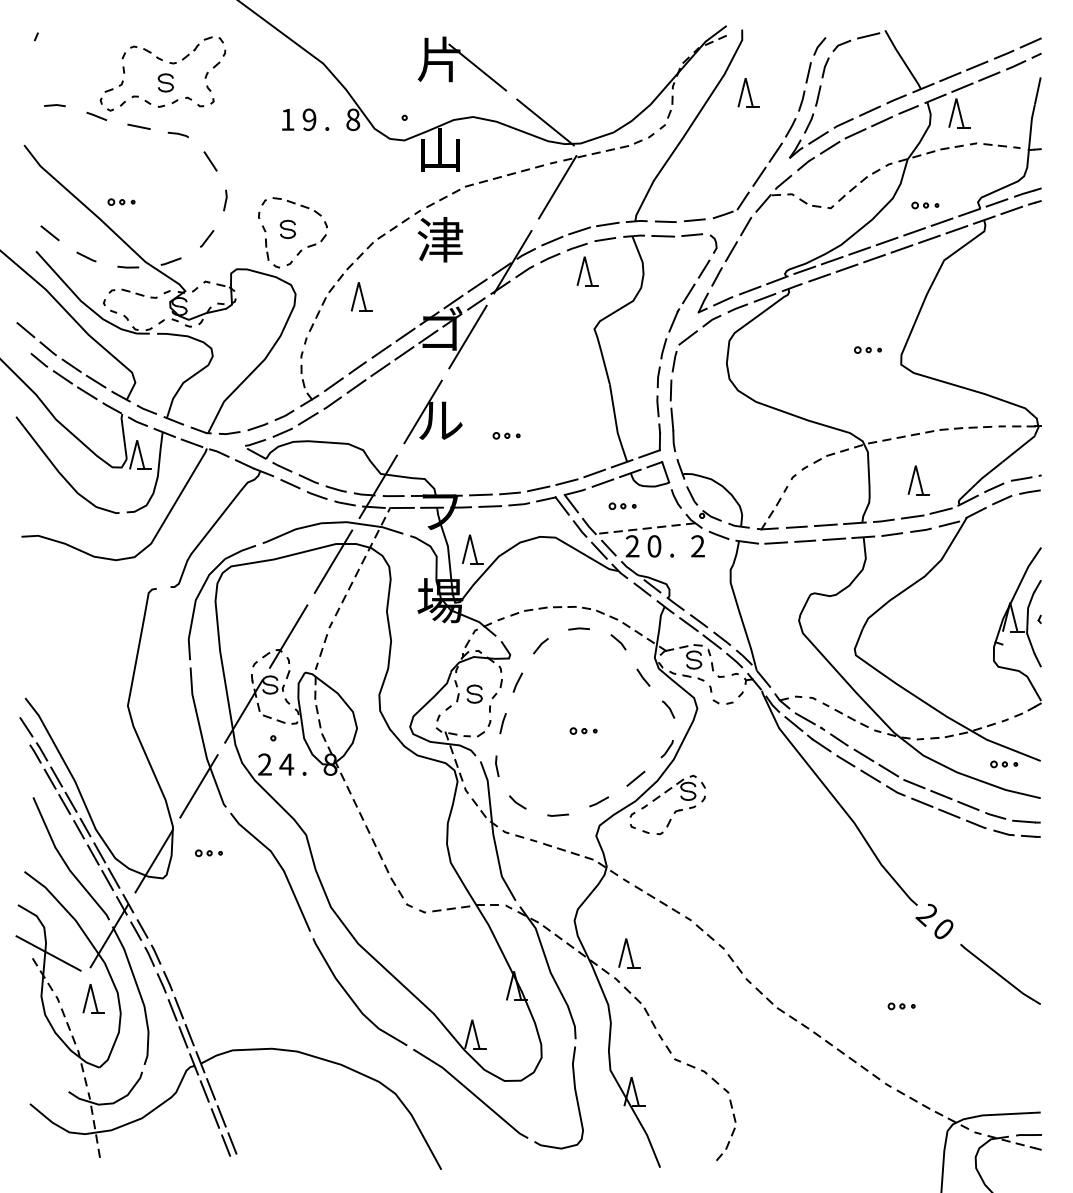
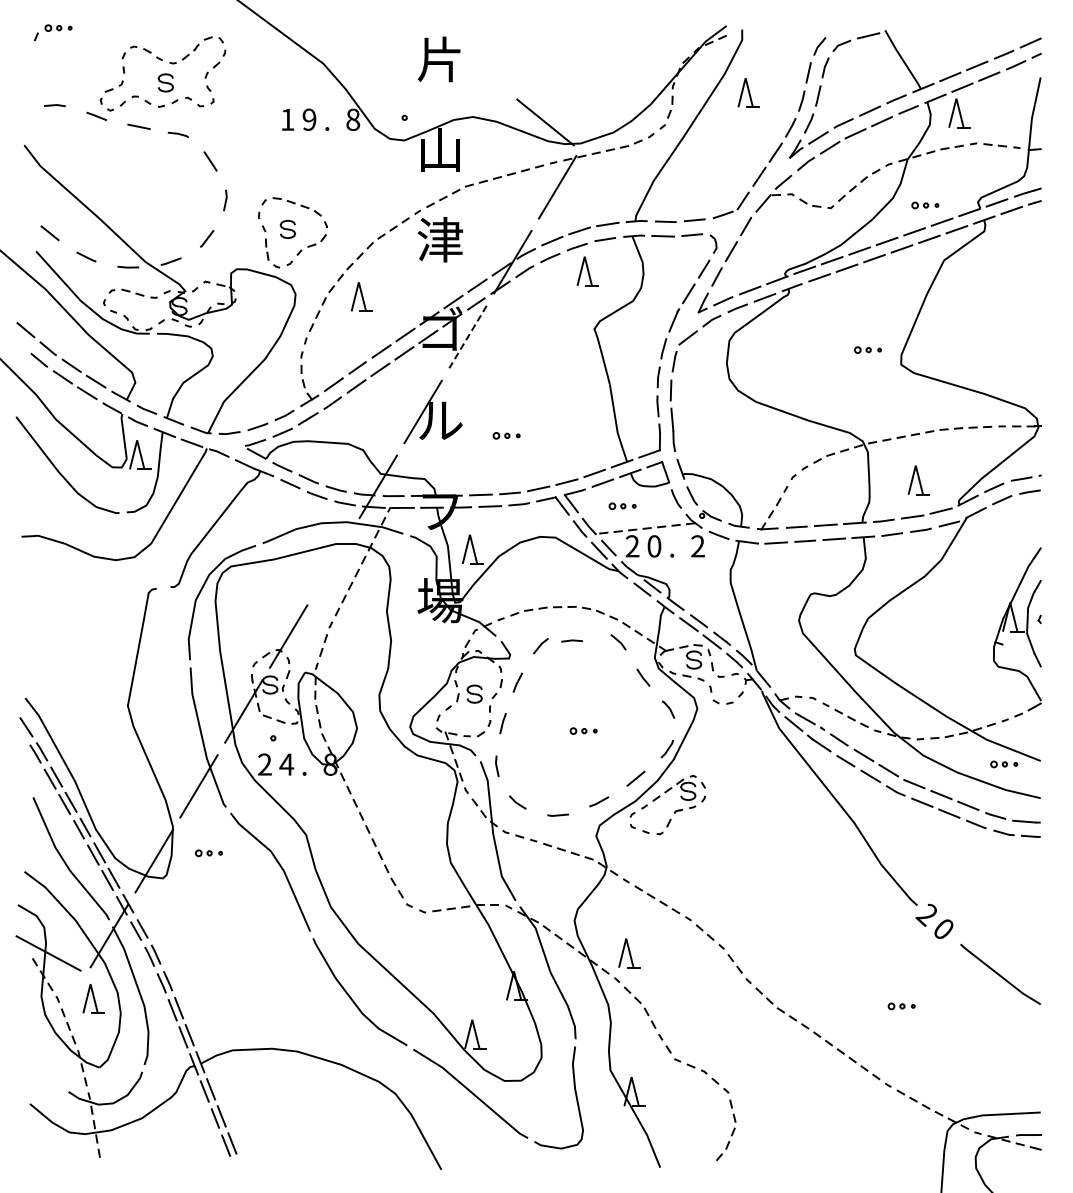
line at (477, 67): present -> none
part at (121, 201) position: (121, 201) -> (58, 27)
line at (467, 337): solid -> dashed
line at (333, 561): present -> none
line at (578, 628) position: (578, 628) -> (571, 640)
